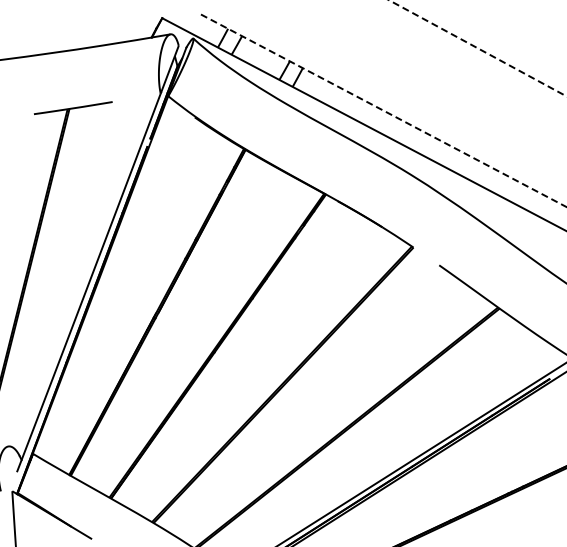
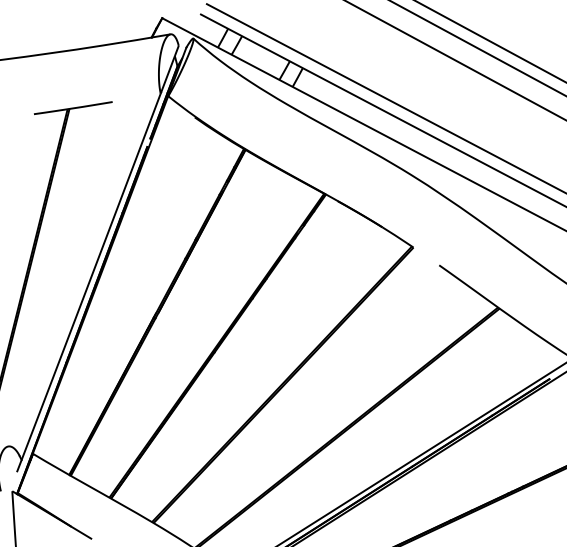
line at (490, 41): none -> present
line at (477, 48): dashed -> solid
line at (455, 60): none -> present
line at (384, 98): none -> present
line at (383, 110): dashed -> solid
